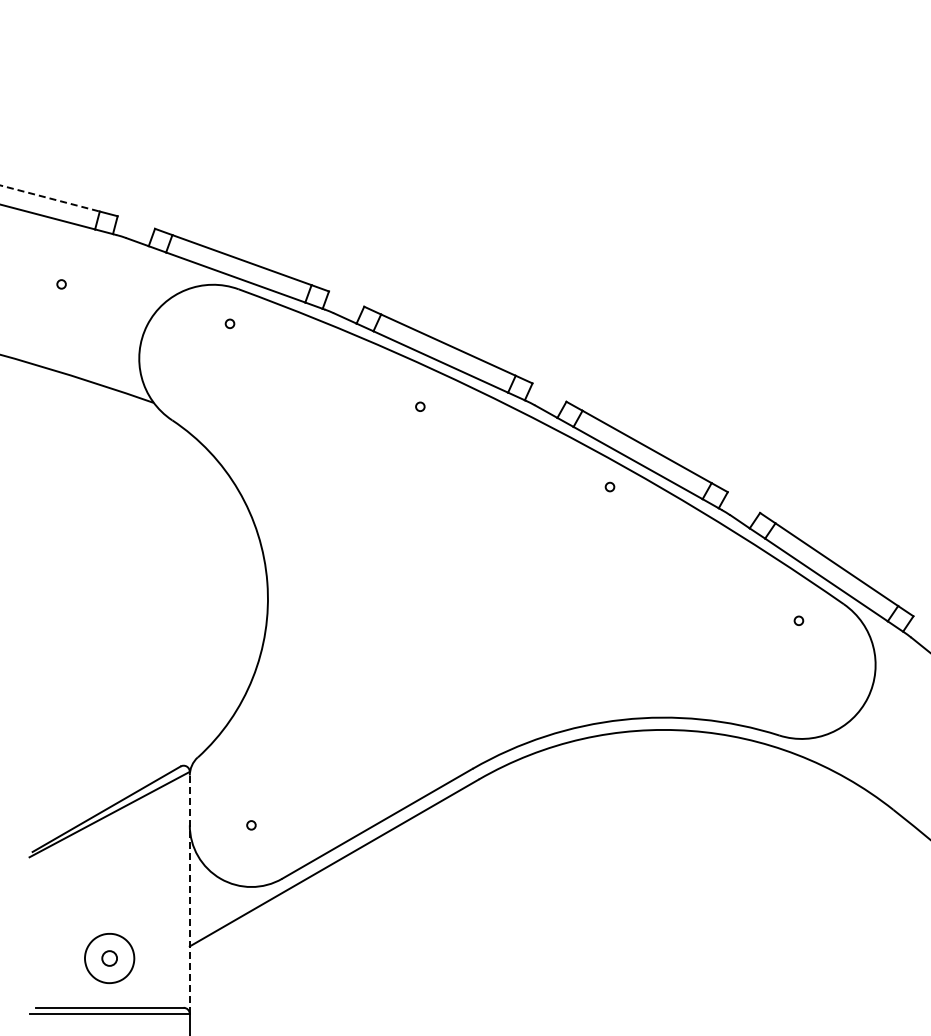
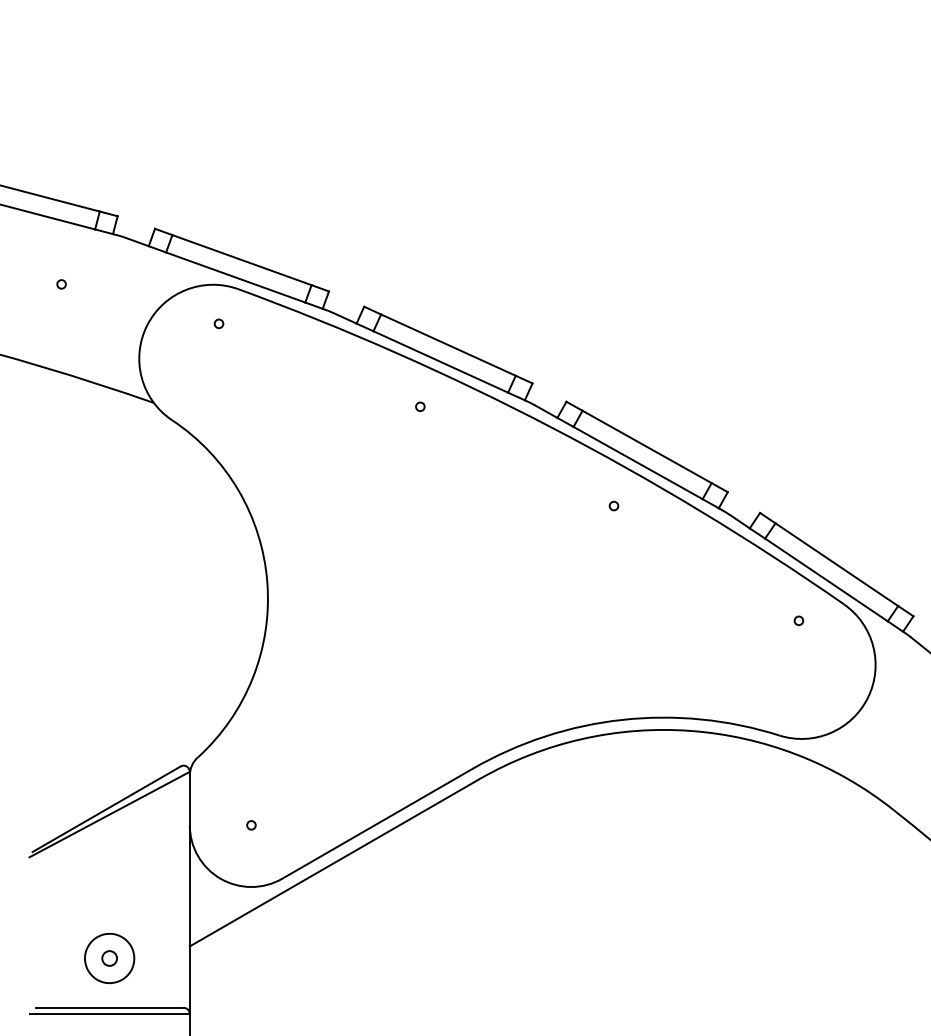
line at (50, 198): dashed -> solid
circle at (229, 323) position: (229, 323) -> (218, 323)
circle at (609, 486) position: (609, 486) -> (613, 505)
line at (189, 892): dashed -> solid
